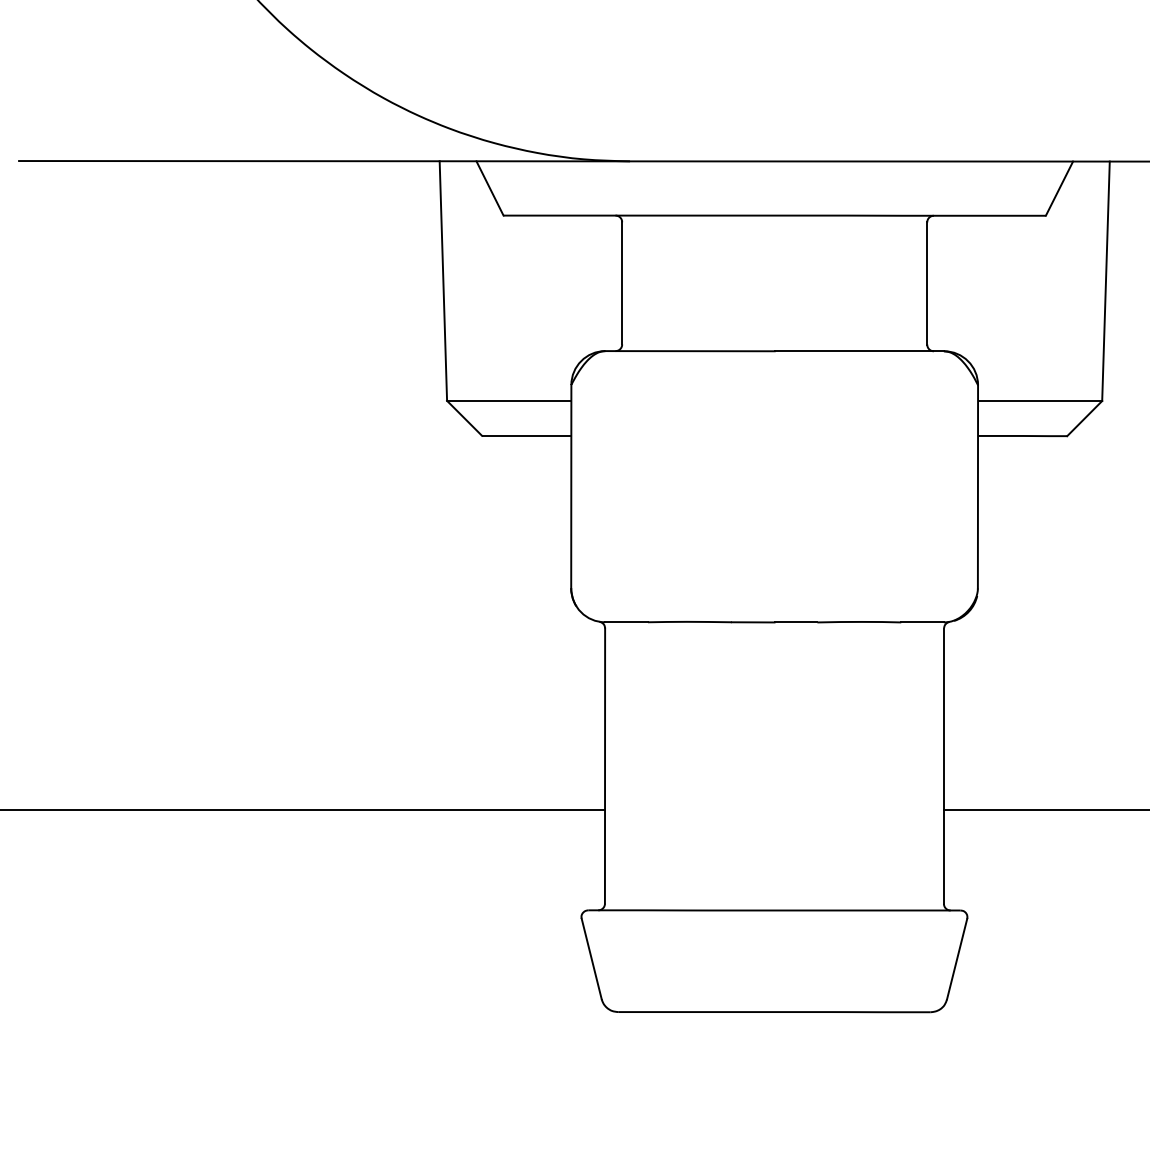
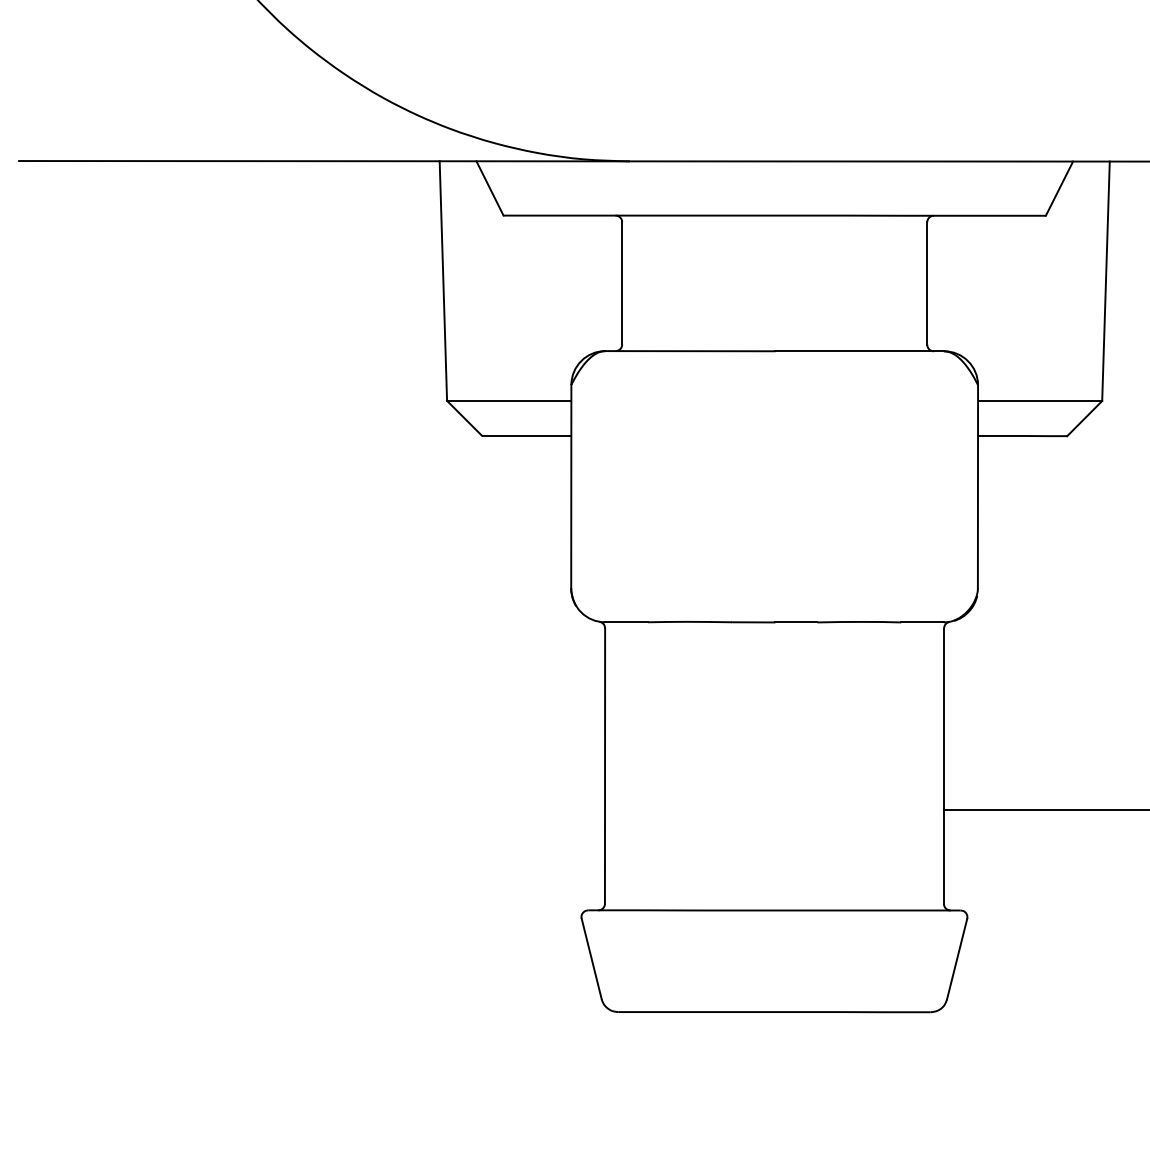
line at (303, 810): present -> none
